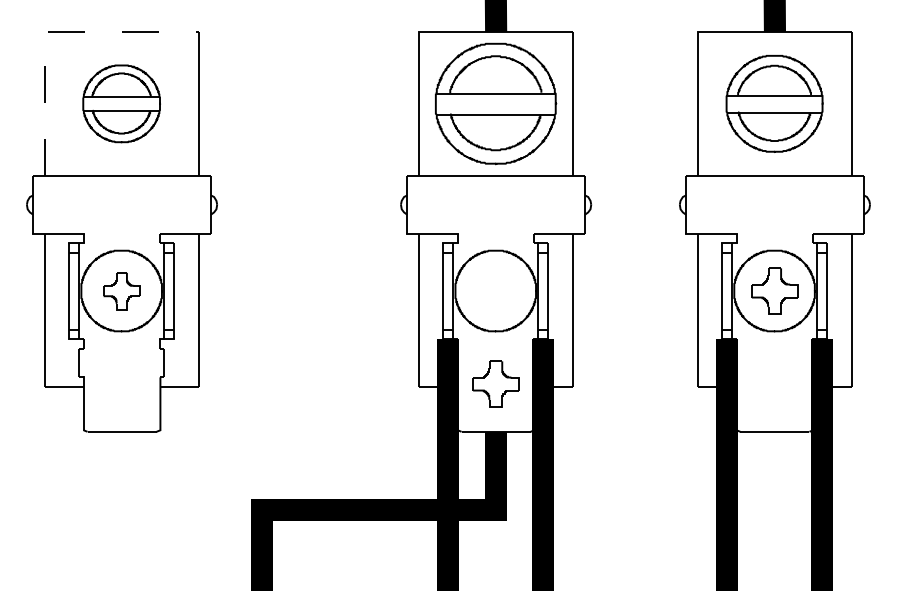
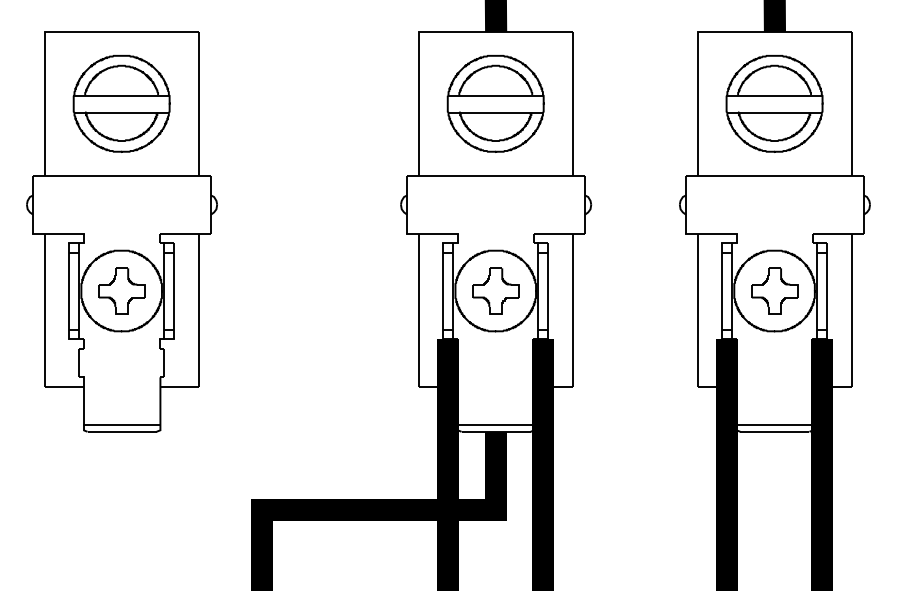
line at (49, 32): dashed -> solid
part at (121, 103) size: 79x80 px -> 99x98 px
part at (496, 103) size: 123x124 px -> 99x98 px
part at (121, 291) size: 38x39 px -> 48x48 px
part at (495, 383) position: (495, 383) -> (495, 290)
line at (121, 424): none -> present
line at (495, 424): none -> present
line at (774, 424): none -> present
